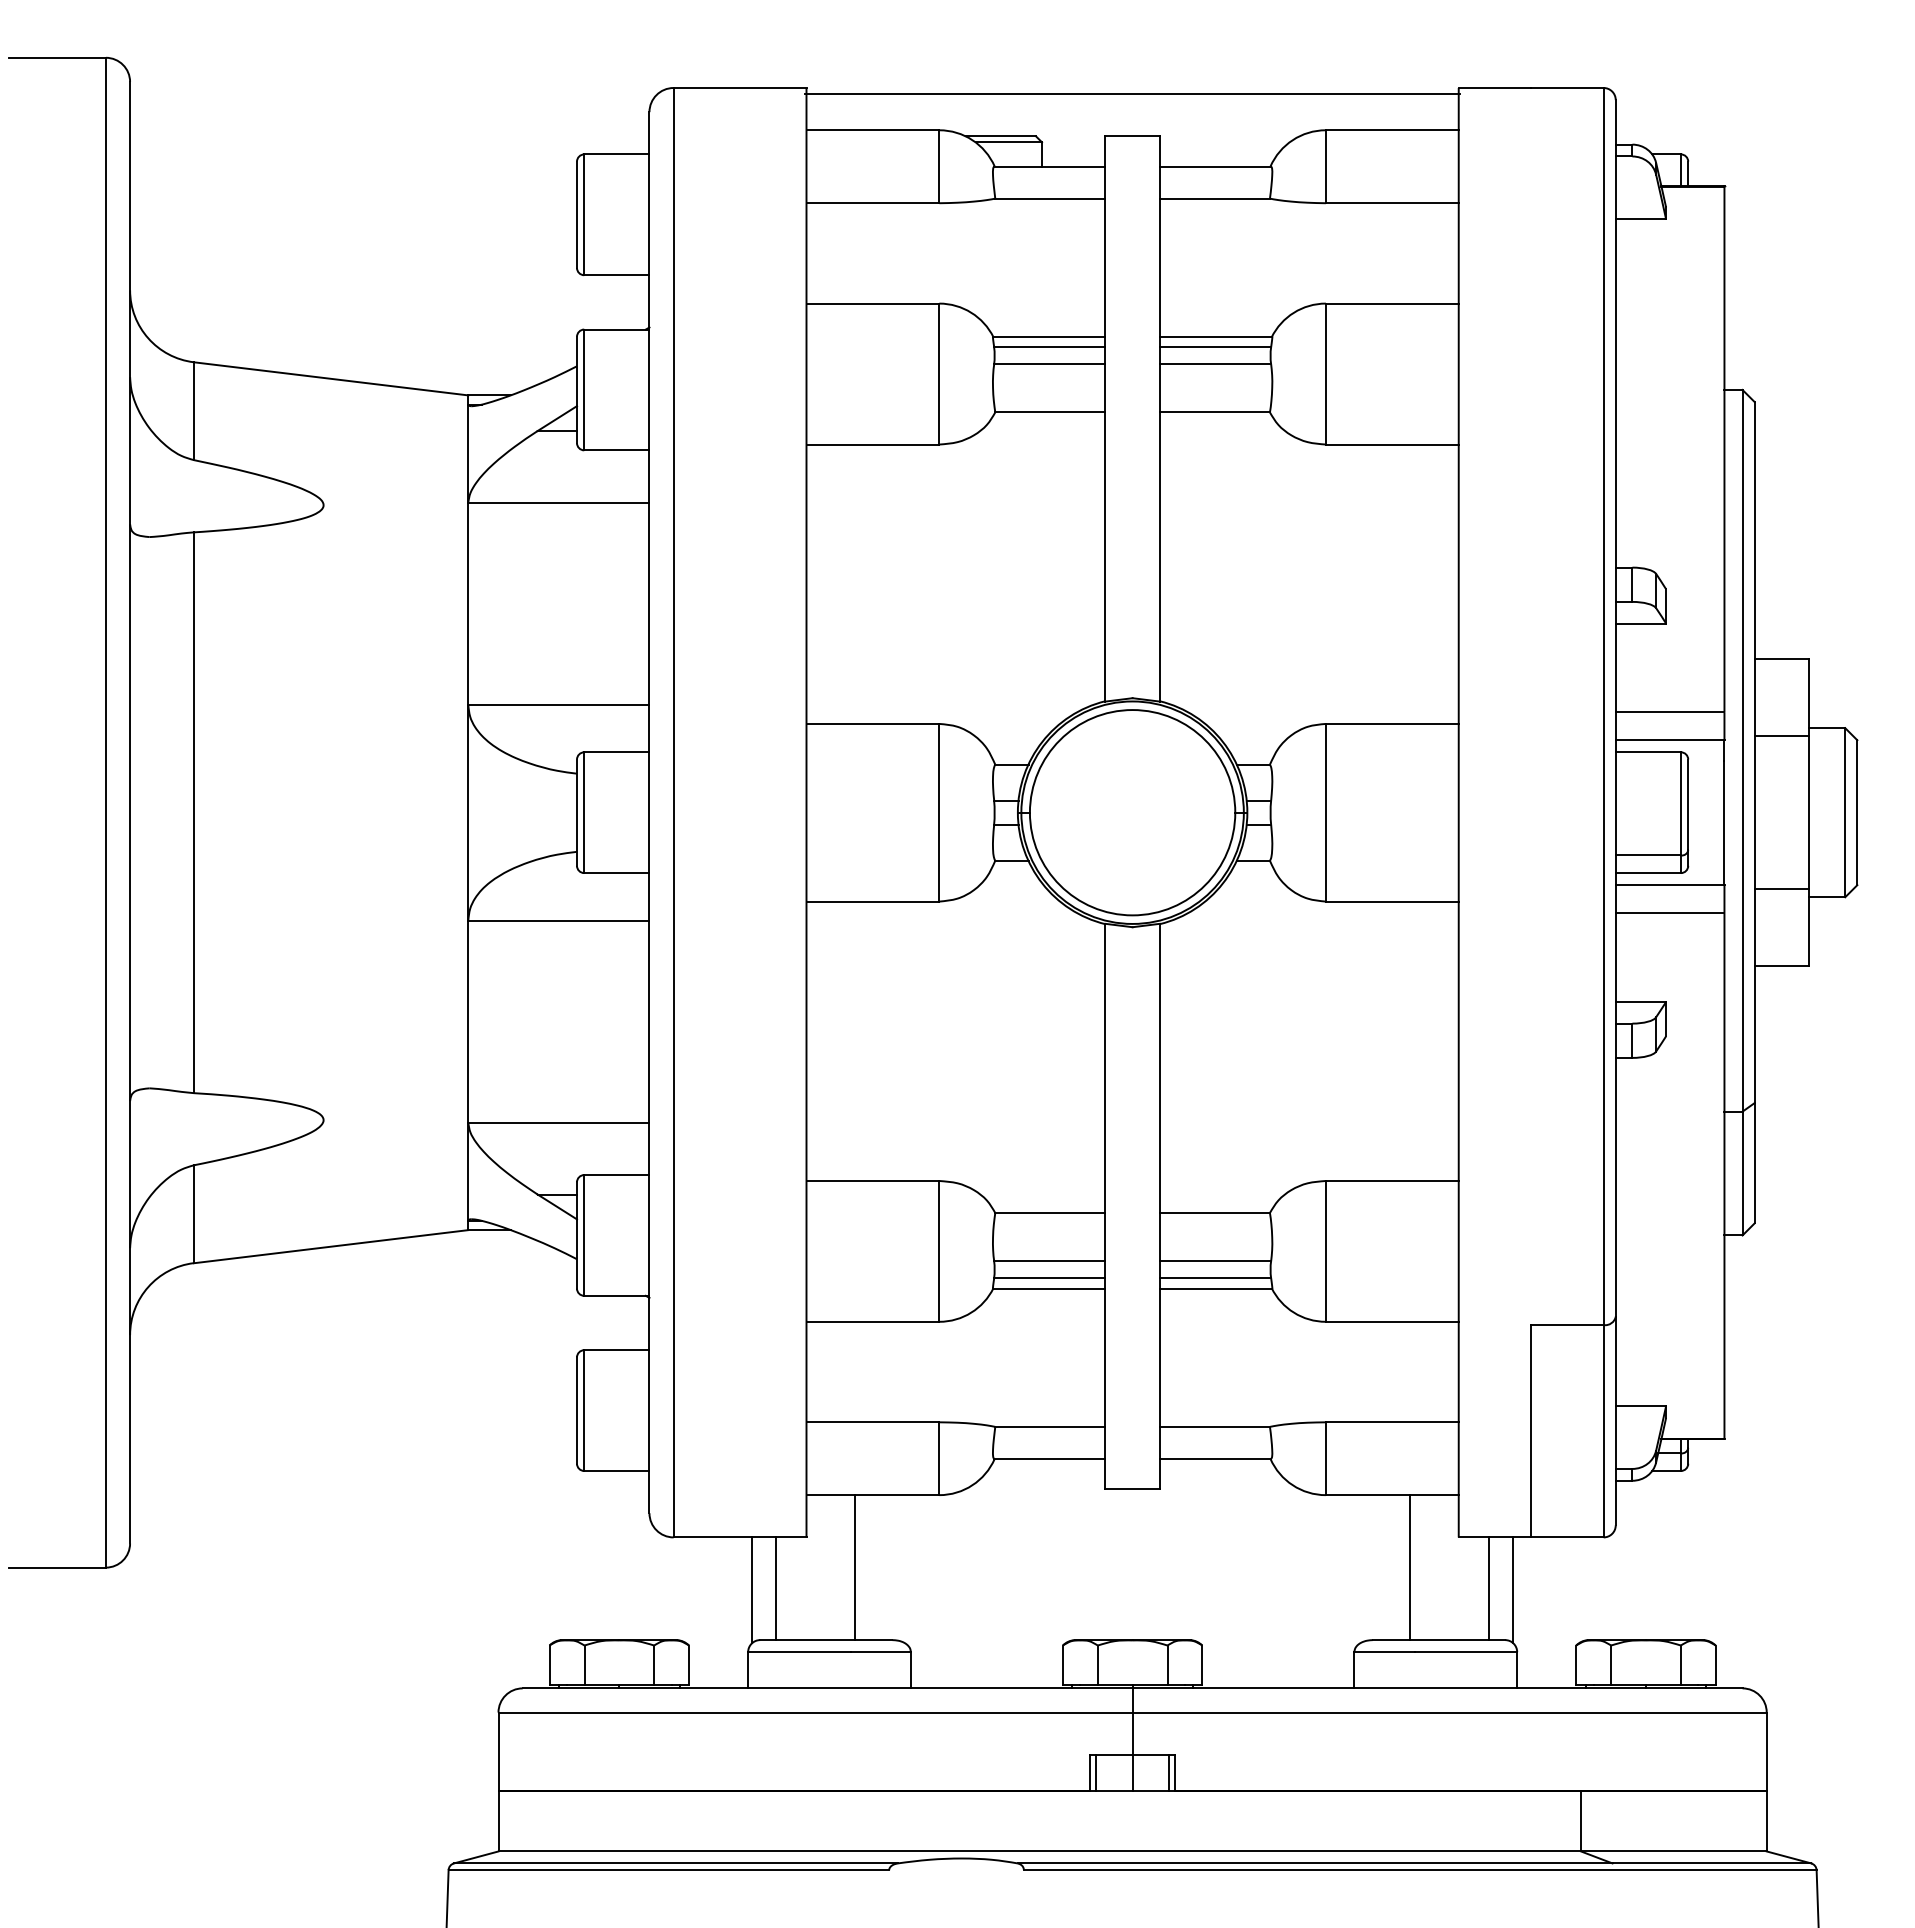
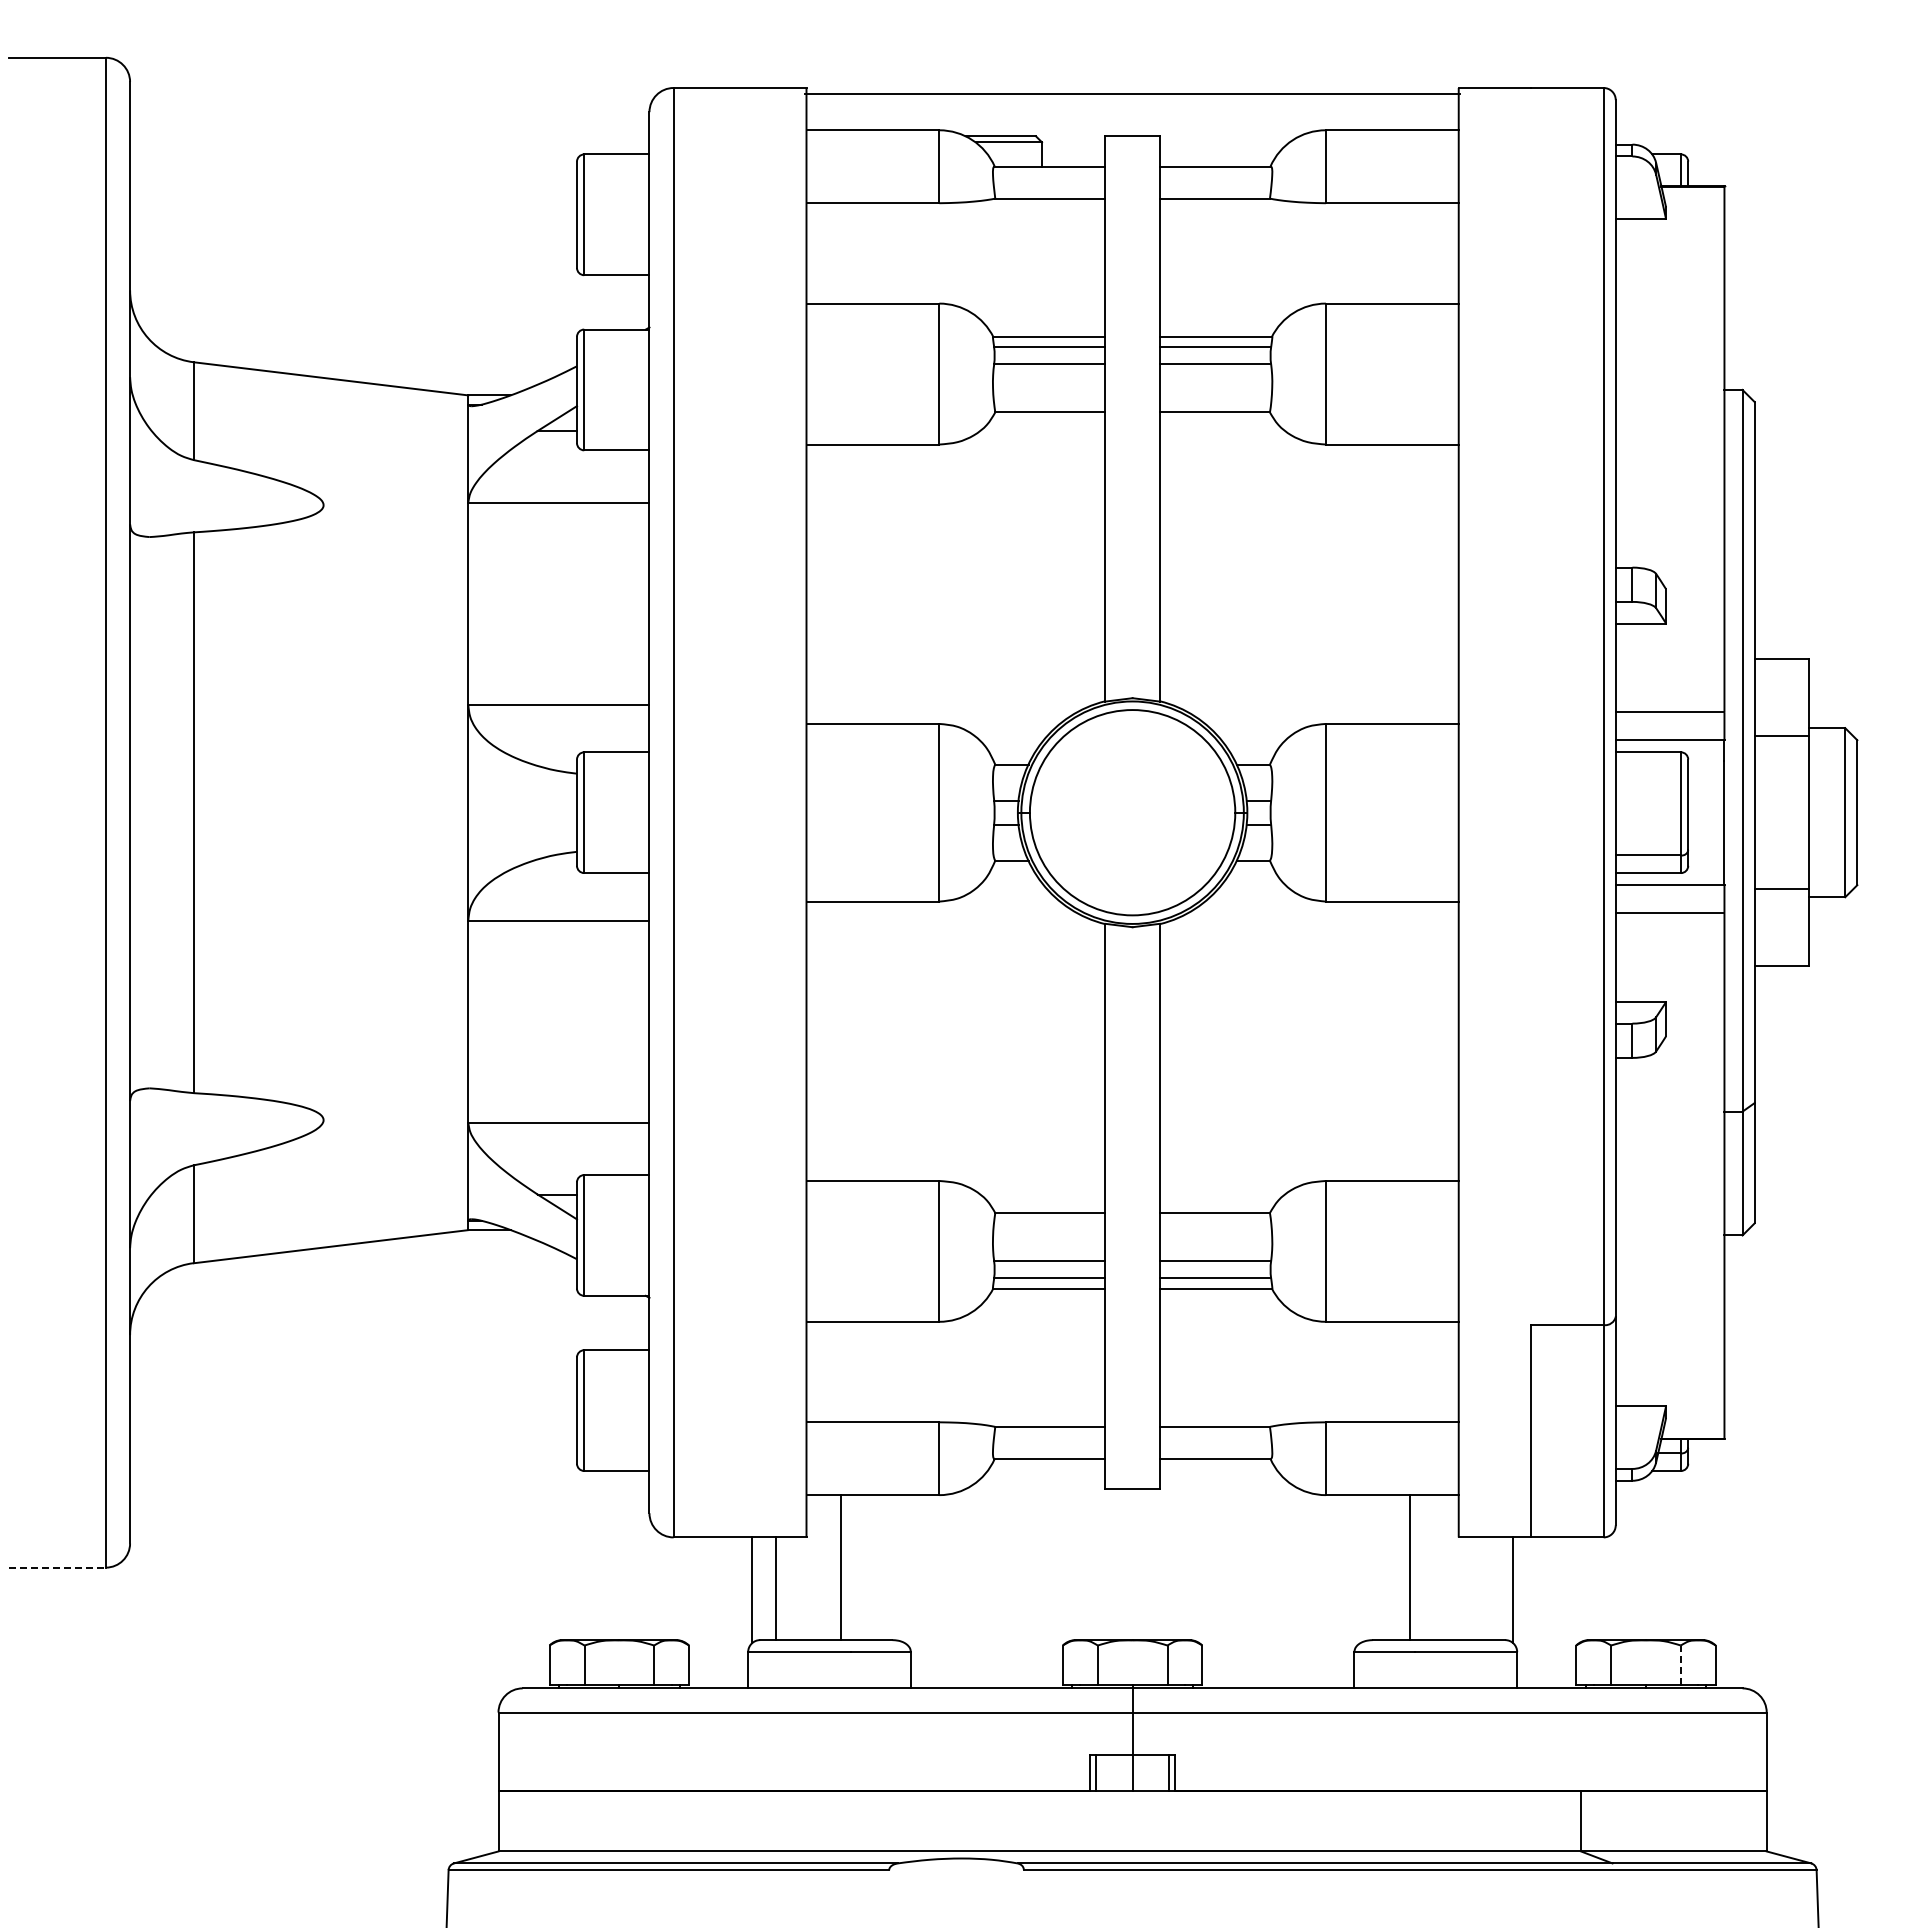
line at (58, 1567): solid -> dashed
line at (854, 1567) position: (854, 1567) -> (840, 1567)
line at (1488, 1588): present -> none
line at (1680, 1665): solid -> dashed
